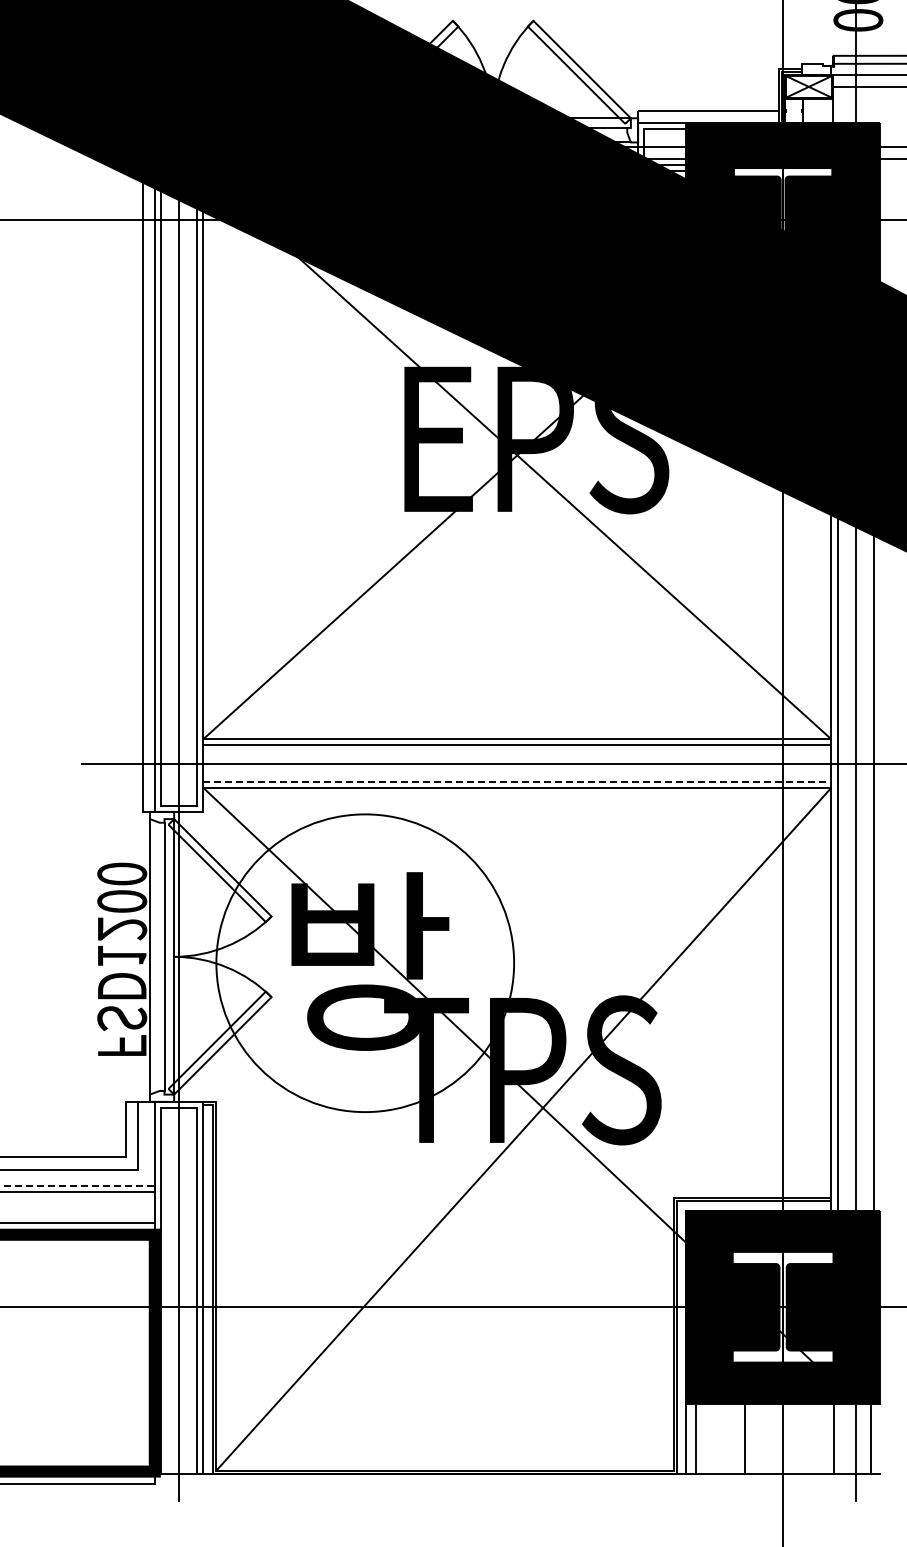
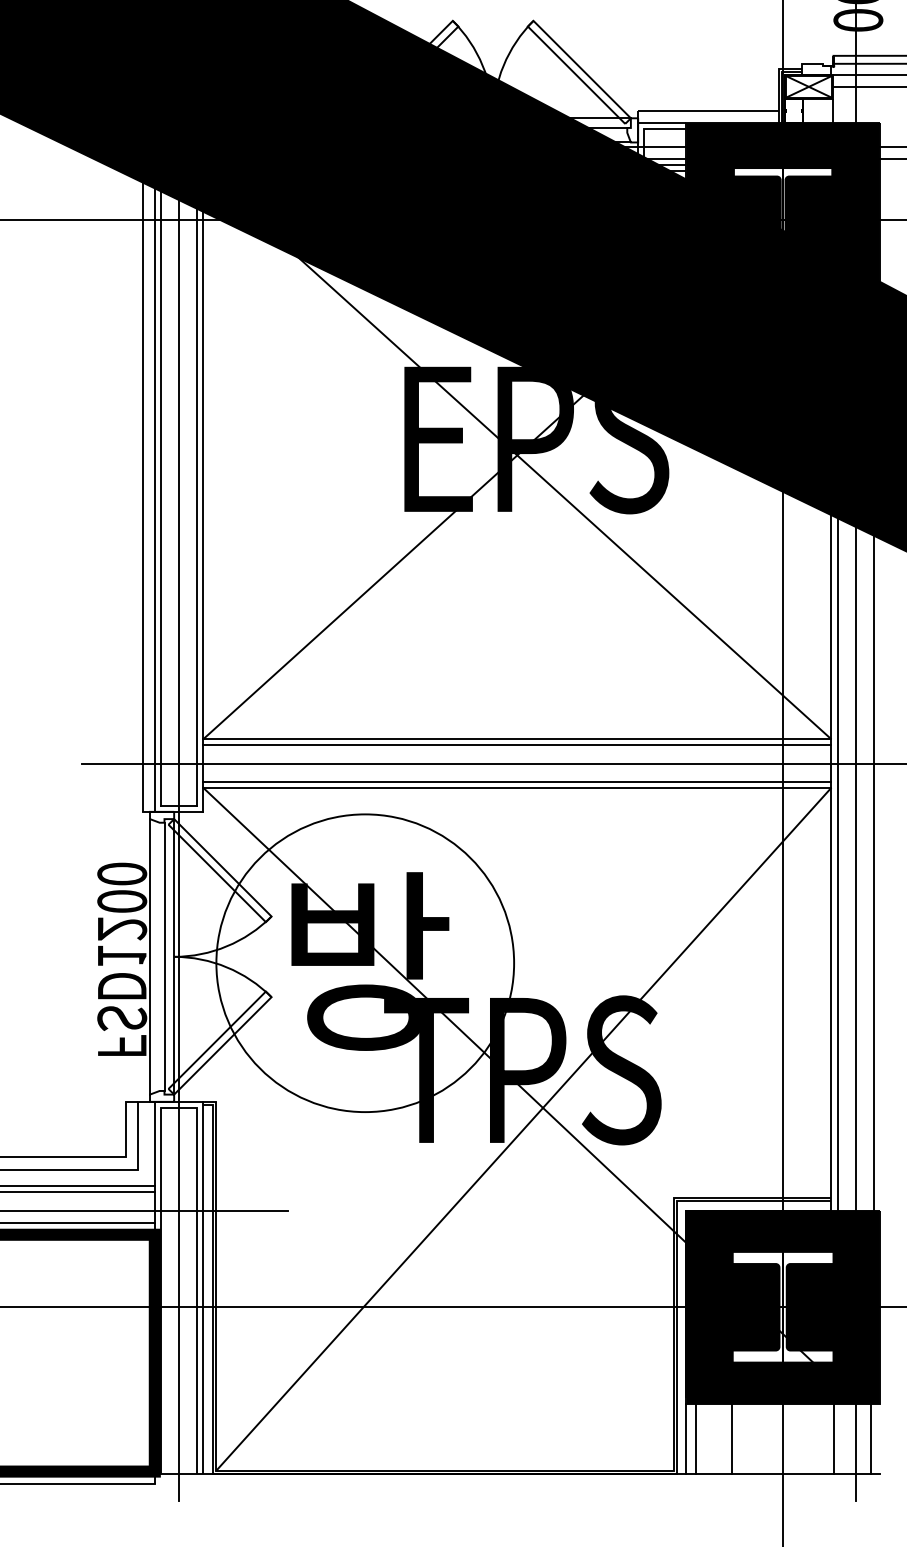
line at (517, 781): dashed -> solid
line at (77, 1186): dashed -> solid
line at (145, 1210): none -> present
line at (745, 1438) position: (745, 1438) -> (732, 1438)
